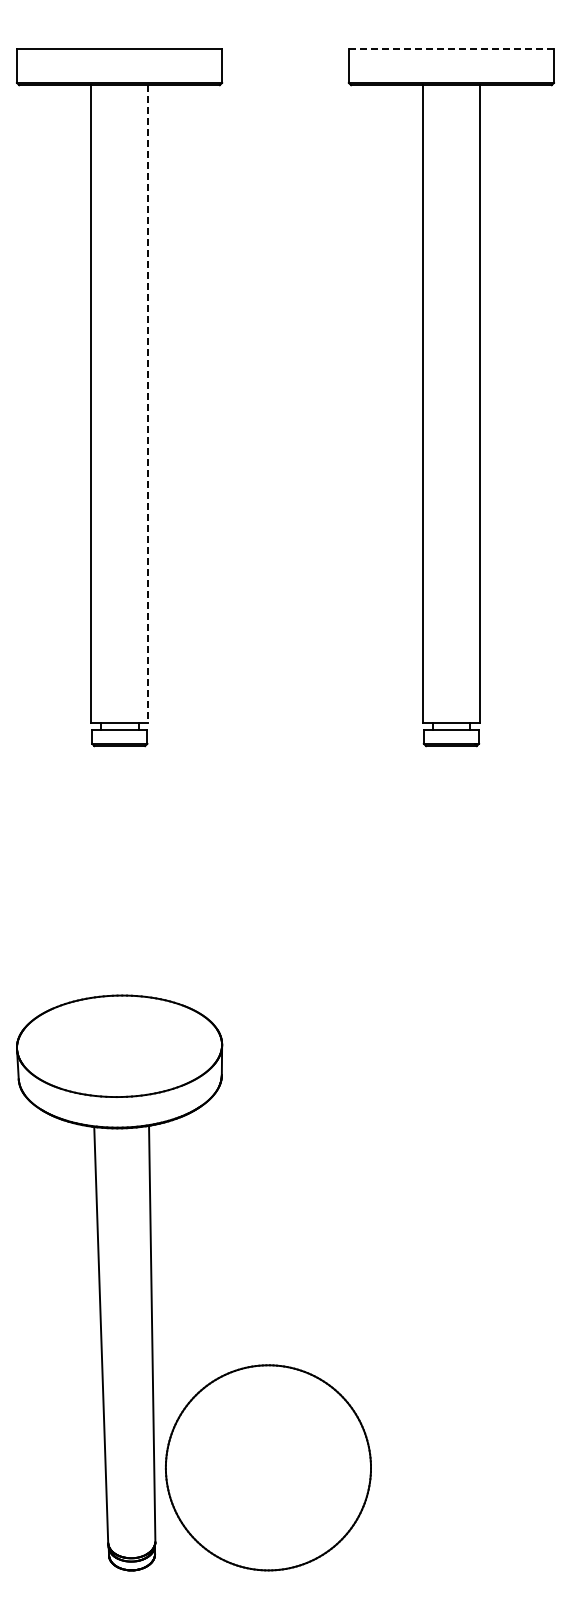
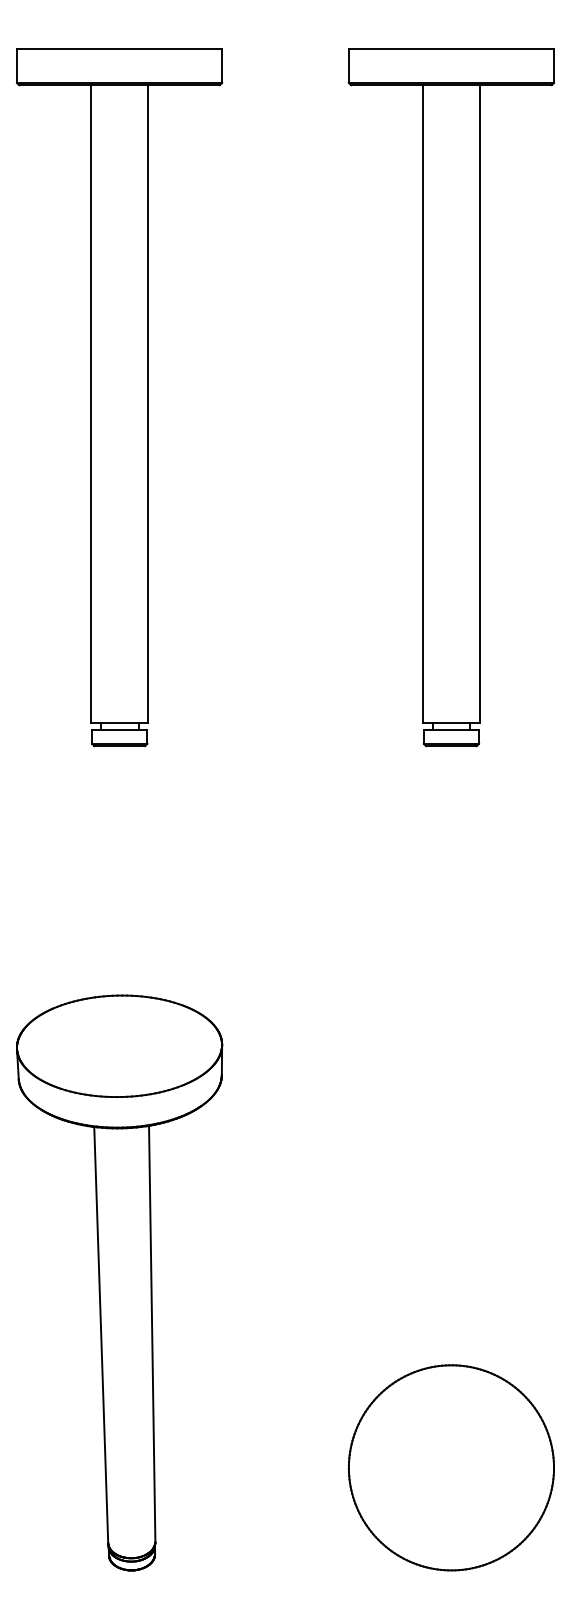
line at (451, 48): dashed -> solid
line at (147, 404): dashed -> solid
part at (267, 1467) position: (267, 1467) -> (450, 1467)
